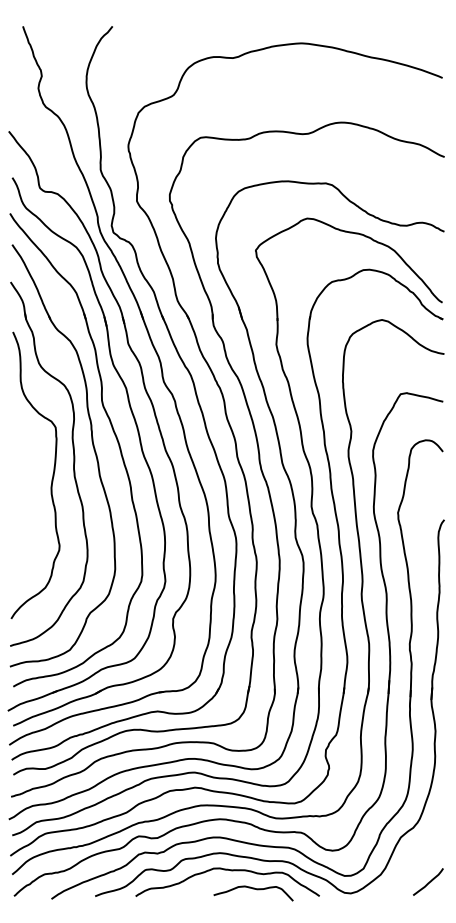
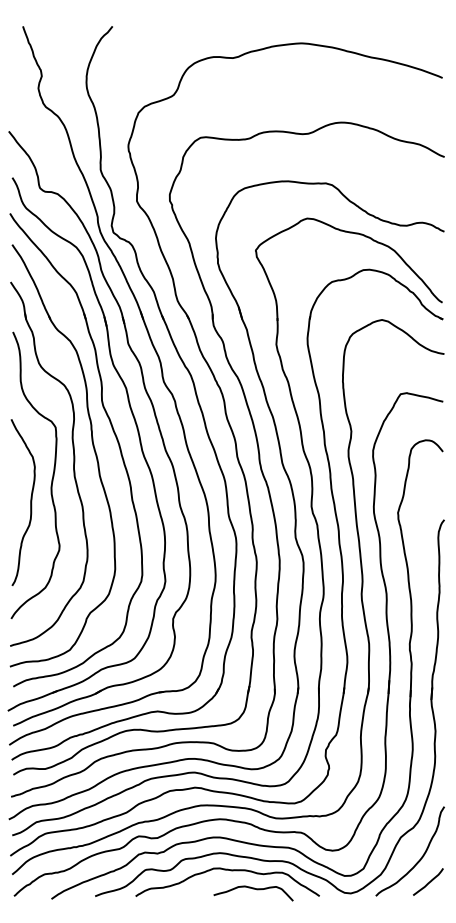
curve at (30, 502): none -> present
curve at (418, 860): none -> present
